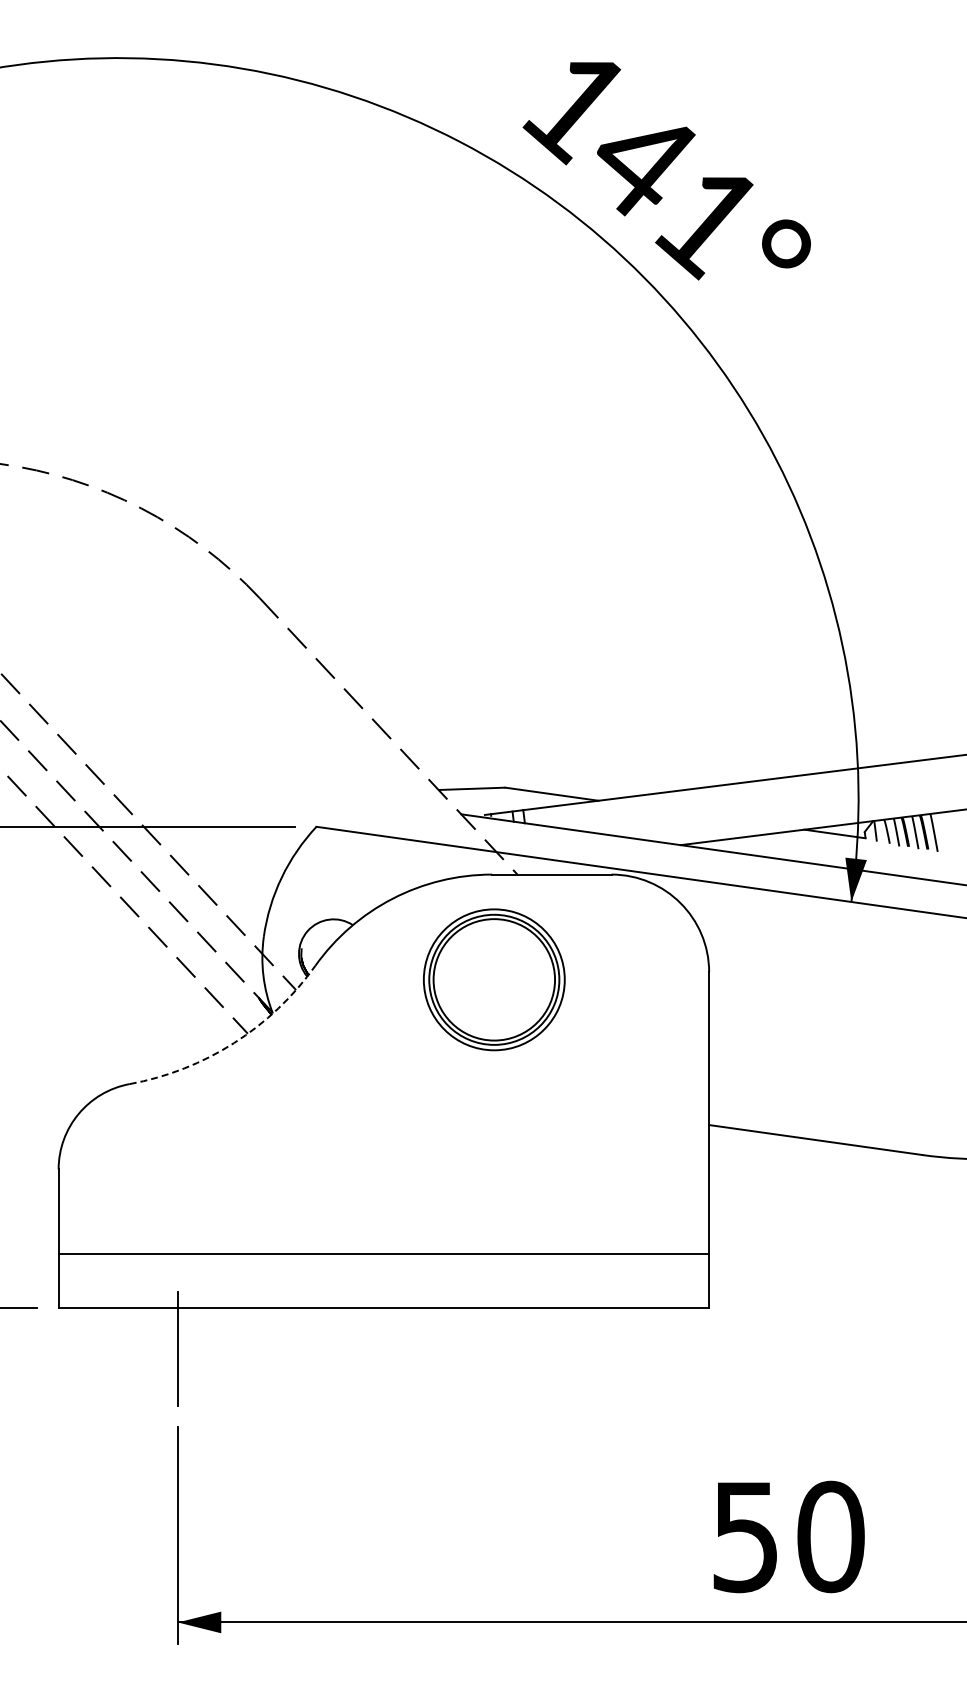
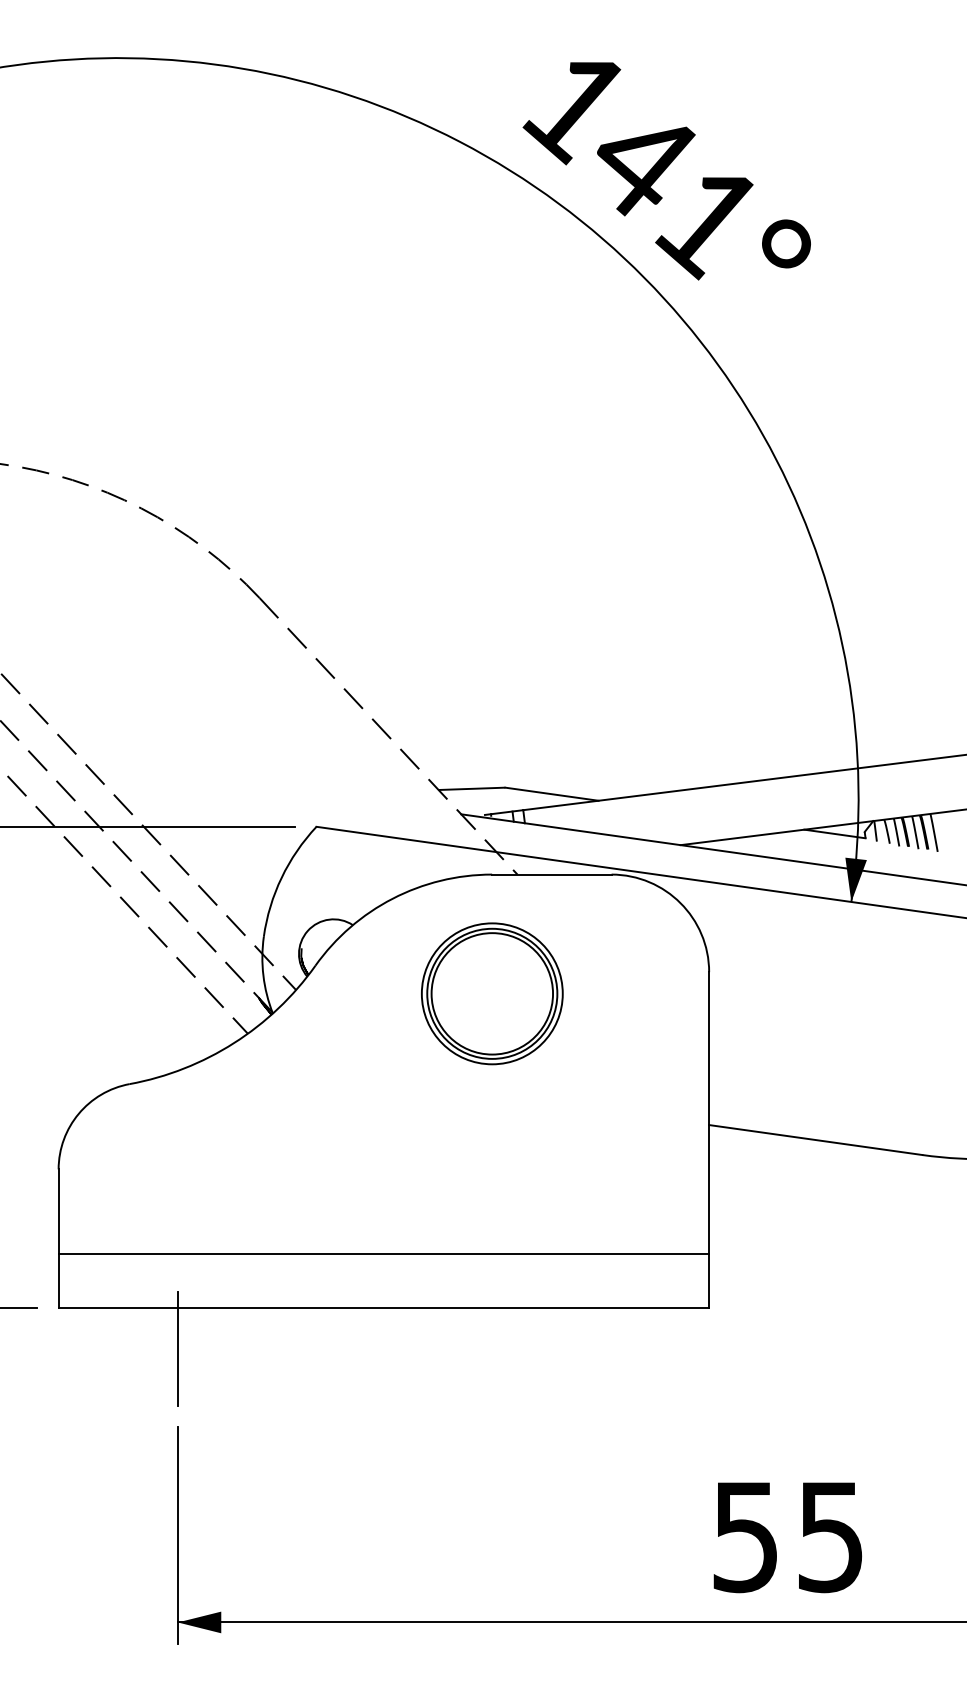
part at (494, 979) position: (494, 979) -> (492, 993)
arc at (234, 1043): dashed -> solid
text at (830, 1536): 50 -> 55
